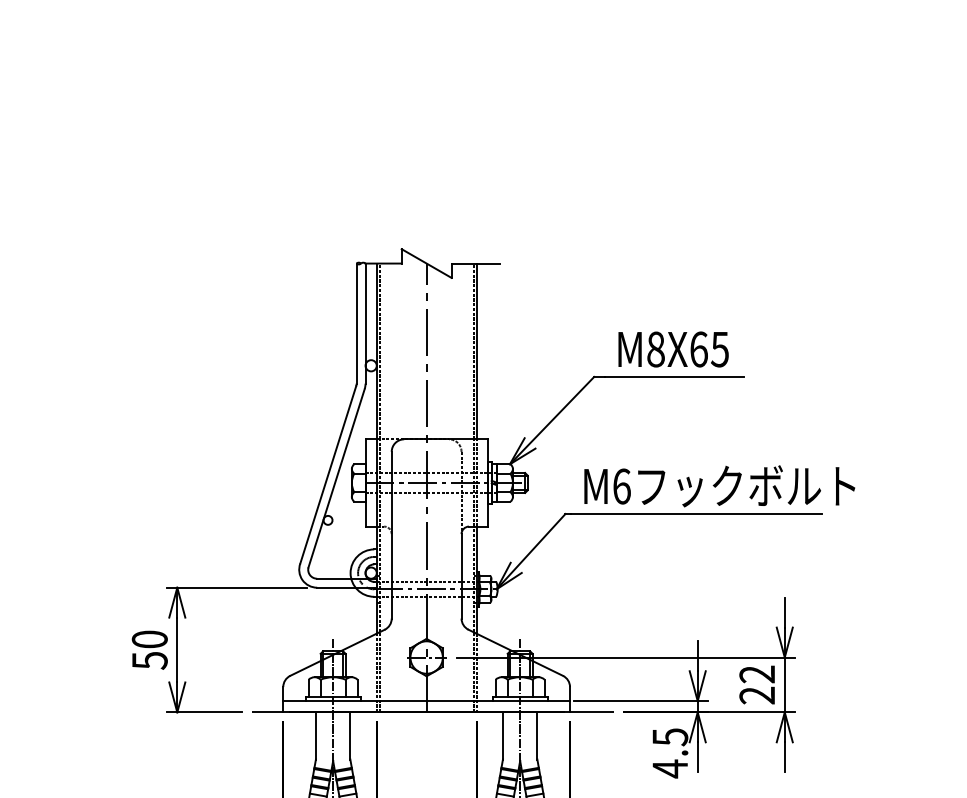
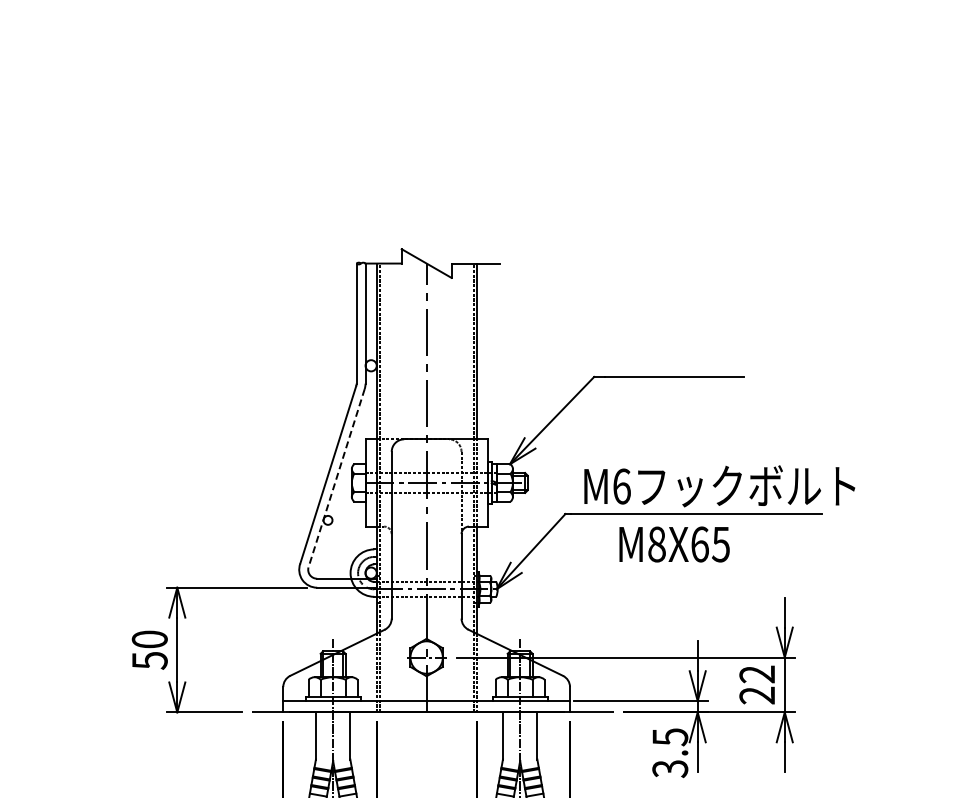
text at (673, 349) position: (673, 349) -> (674, 544)
line at (336, 478): solid -> dashed
text at (670, 768): 4.5 -> 3.5
